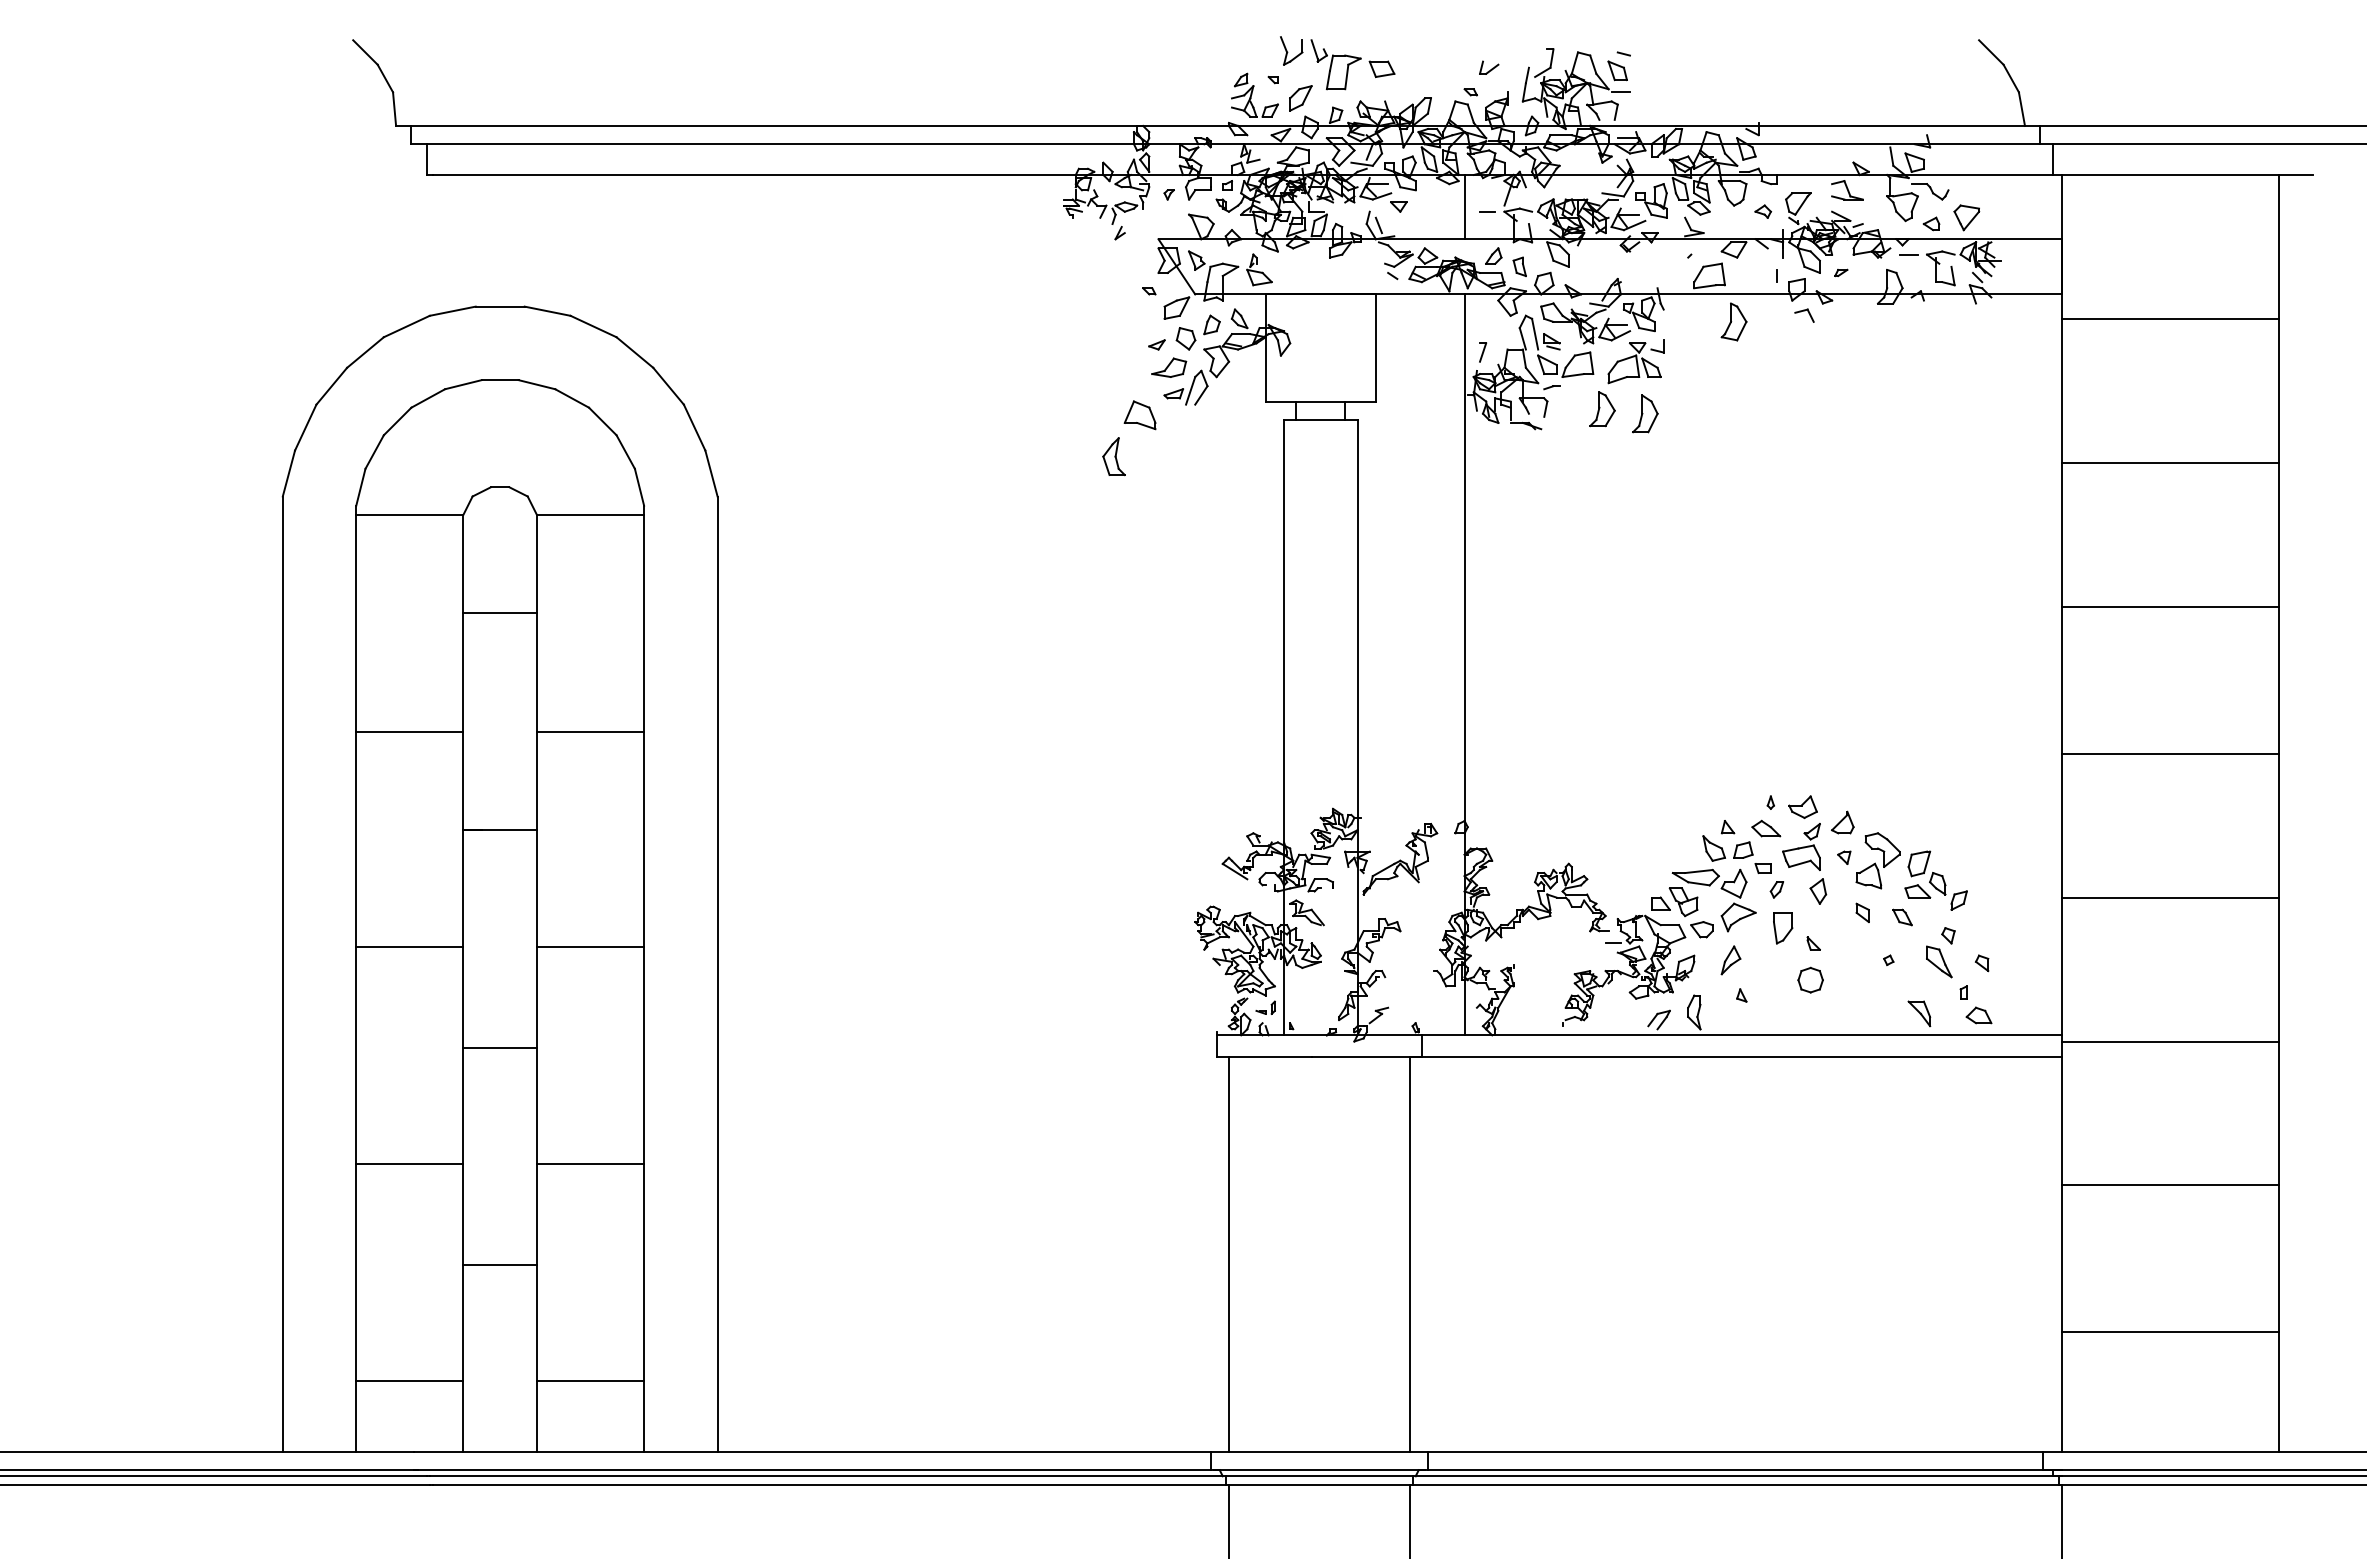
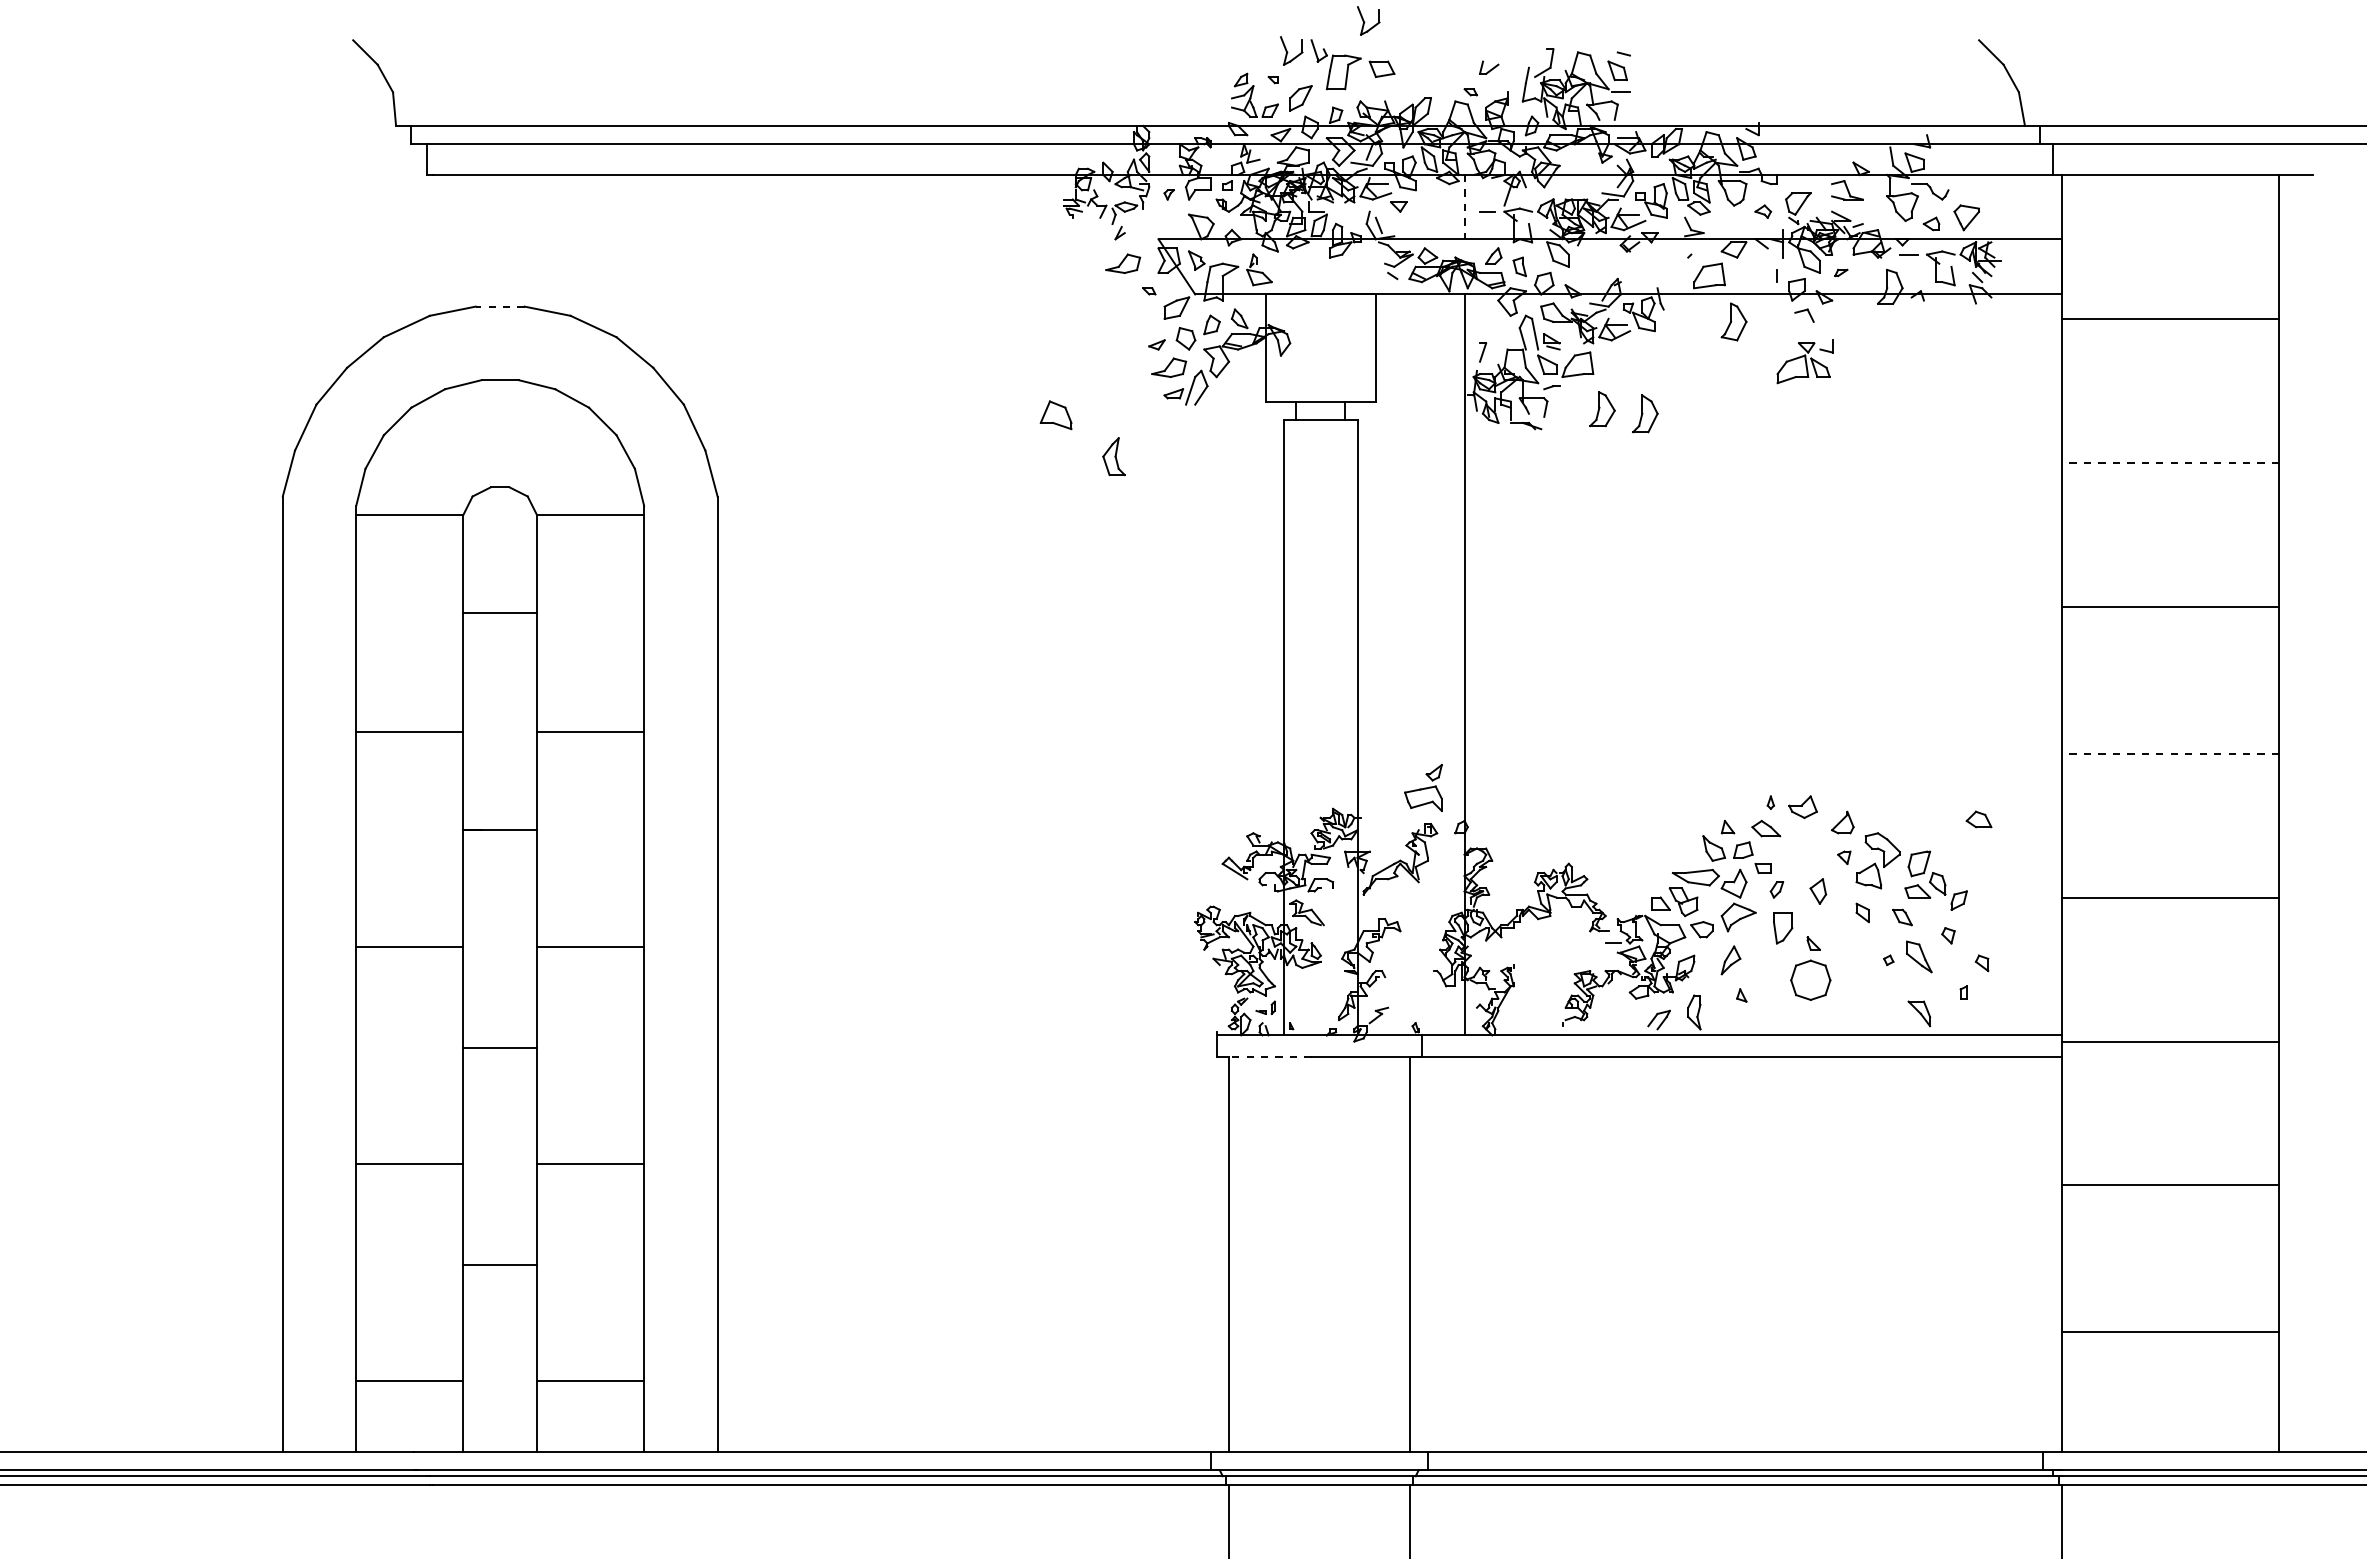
part at (1368, 20): none -> present
line at (1464, 207): solid -> dashed
part at (1123, 263): none -> present
line at (499, 306): solid -> dashed
part at (1635, 361) position: (1635, 361) -> (1804, 361)
part at (1139, 415) position: (1139, 415) -> (1055, 415)
line at (2170, 462): solid -> dashed
line at (2170, 753): solid -> dashed
part at (1801, 846) position: (1801, 846) -> (1423, 787)
part at (1939, 961) position: (1939, 961) -> (1919, 956)
part at (1810, 979) size: 27x28 px -> 42x42 px
part at (1978, 1015) position: (1978, 1015) -> (1978, 819)
line at (1269, 1056): solid -> dashed
